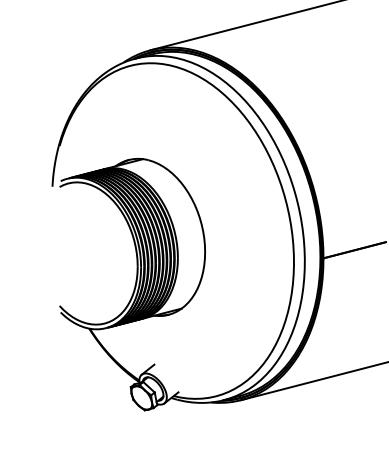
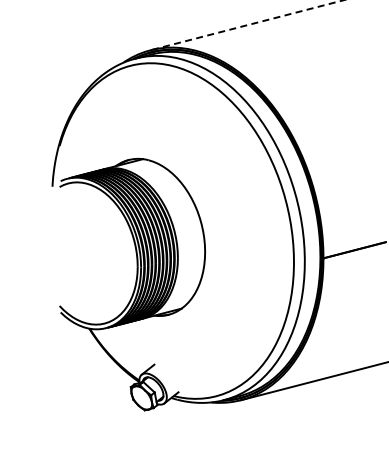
line at (247, 25): solid -> dashed
